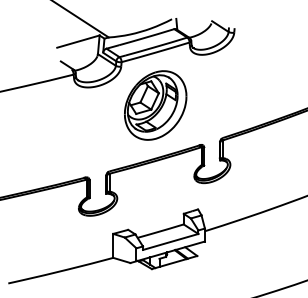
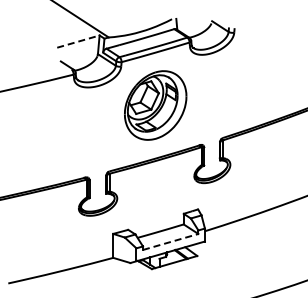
line at (78, 41): solid -> dashed
line at (170, 241): solid -> dashed
